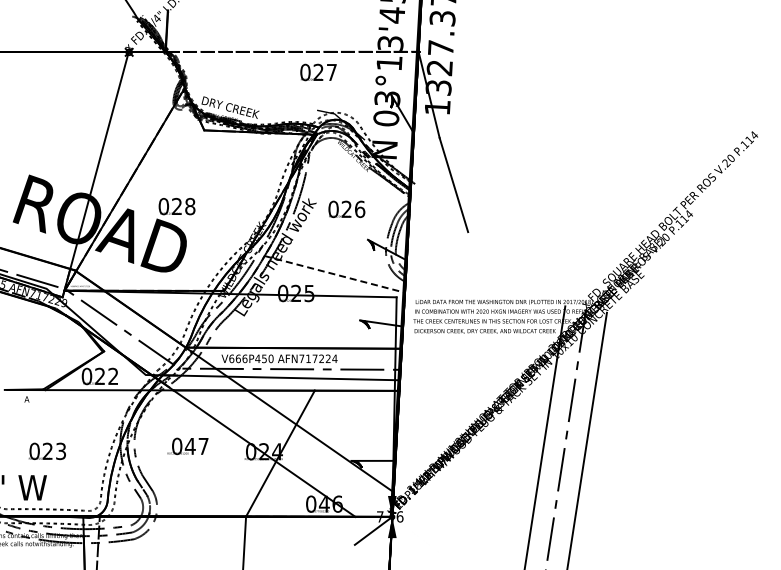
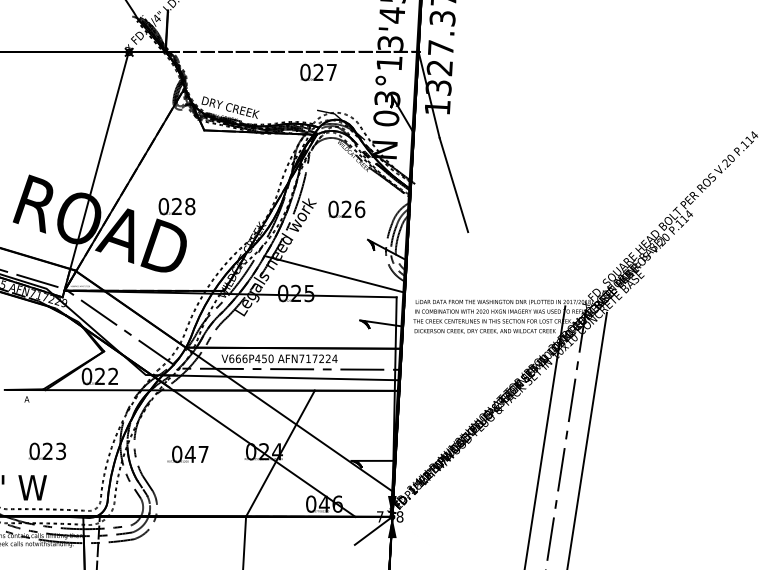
line at (334, 274): dashed -> solid
text at (187, 446) position: (187, 446) -> (187, 454)
text at (399, 516): 6 -> 8
